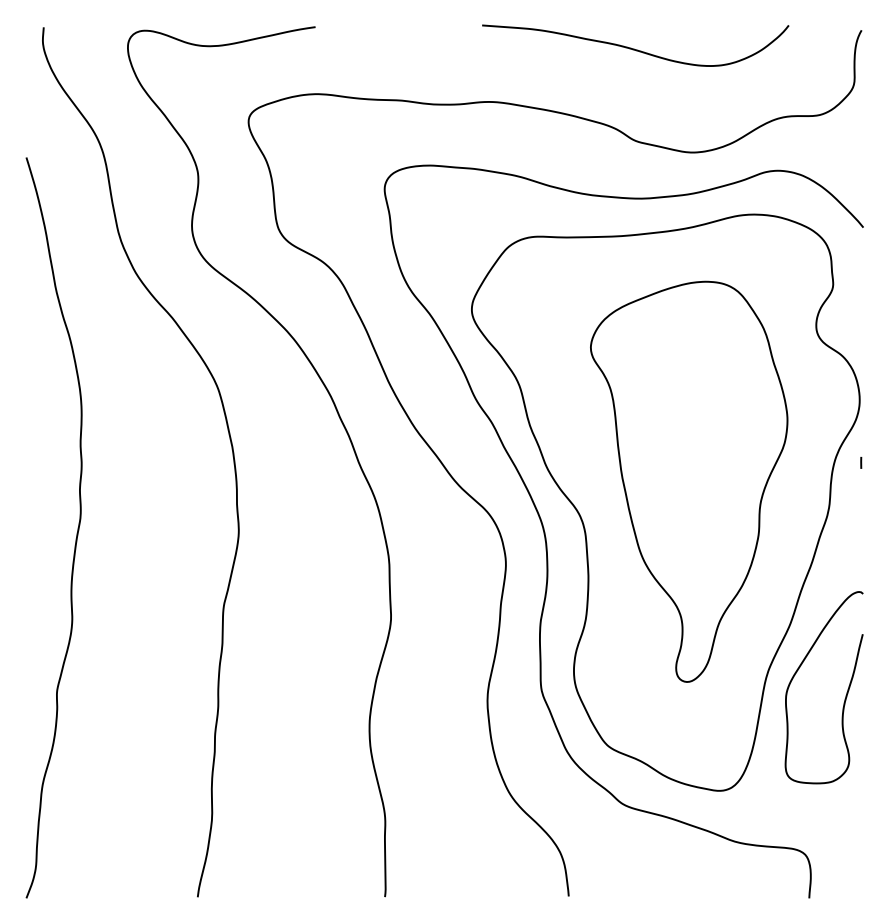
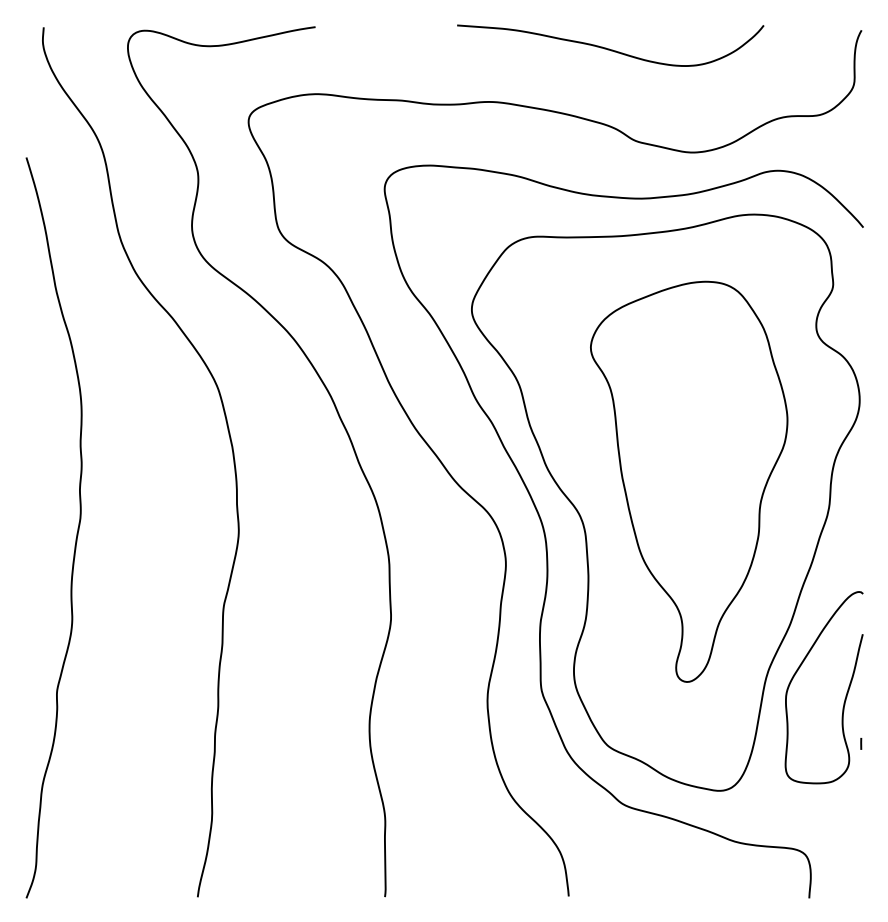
curve at (634, 48) position: (634, 48) -> (609, 48)
line at (861, 462) position: (861, 462) -> (861, 743)
